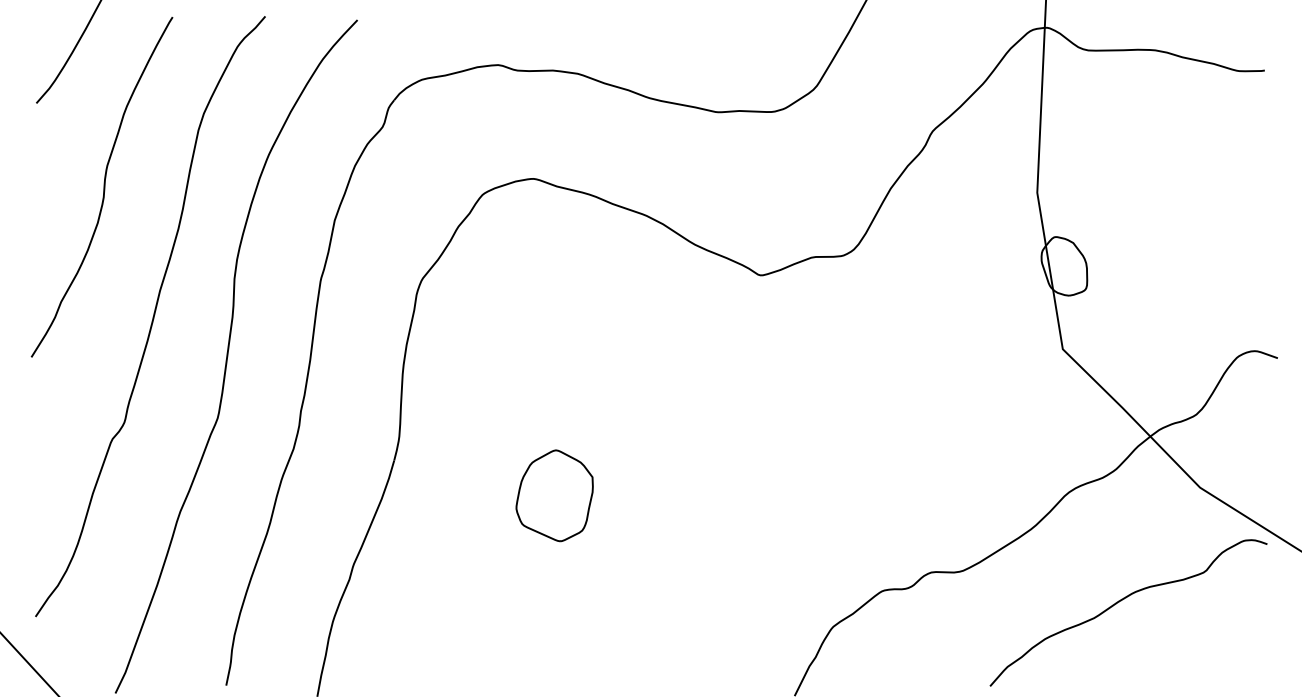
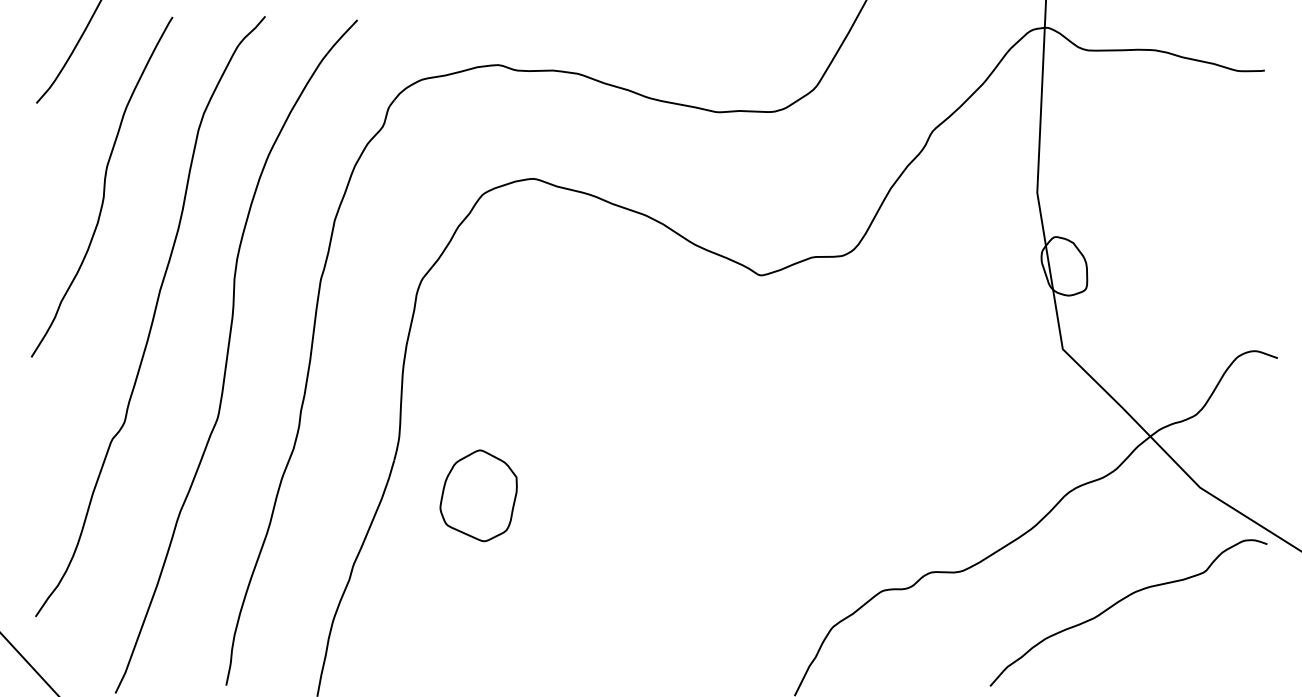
part at (554, 495) position: (554, 495) -> (478, 495)
